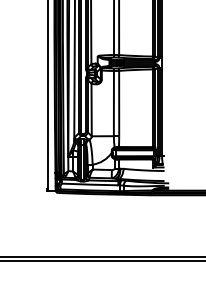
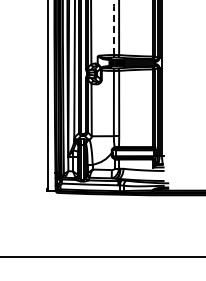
line at (114, 27): solid -> dashed
line at (102, 260): present -> none
